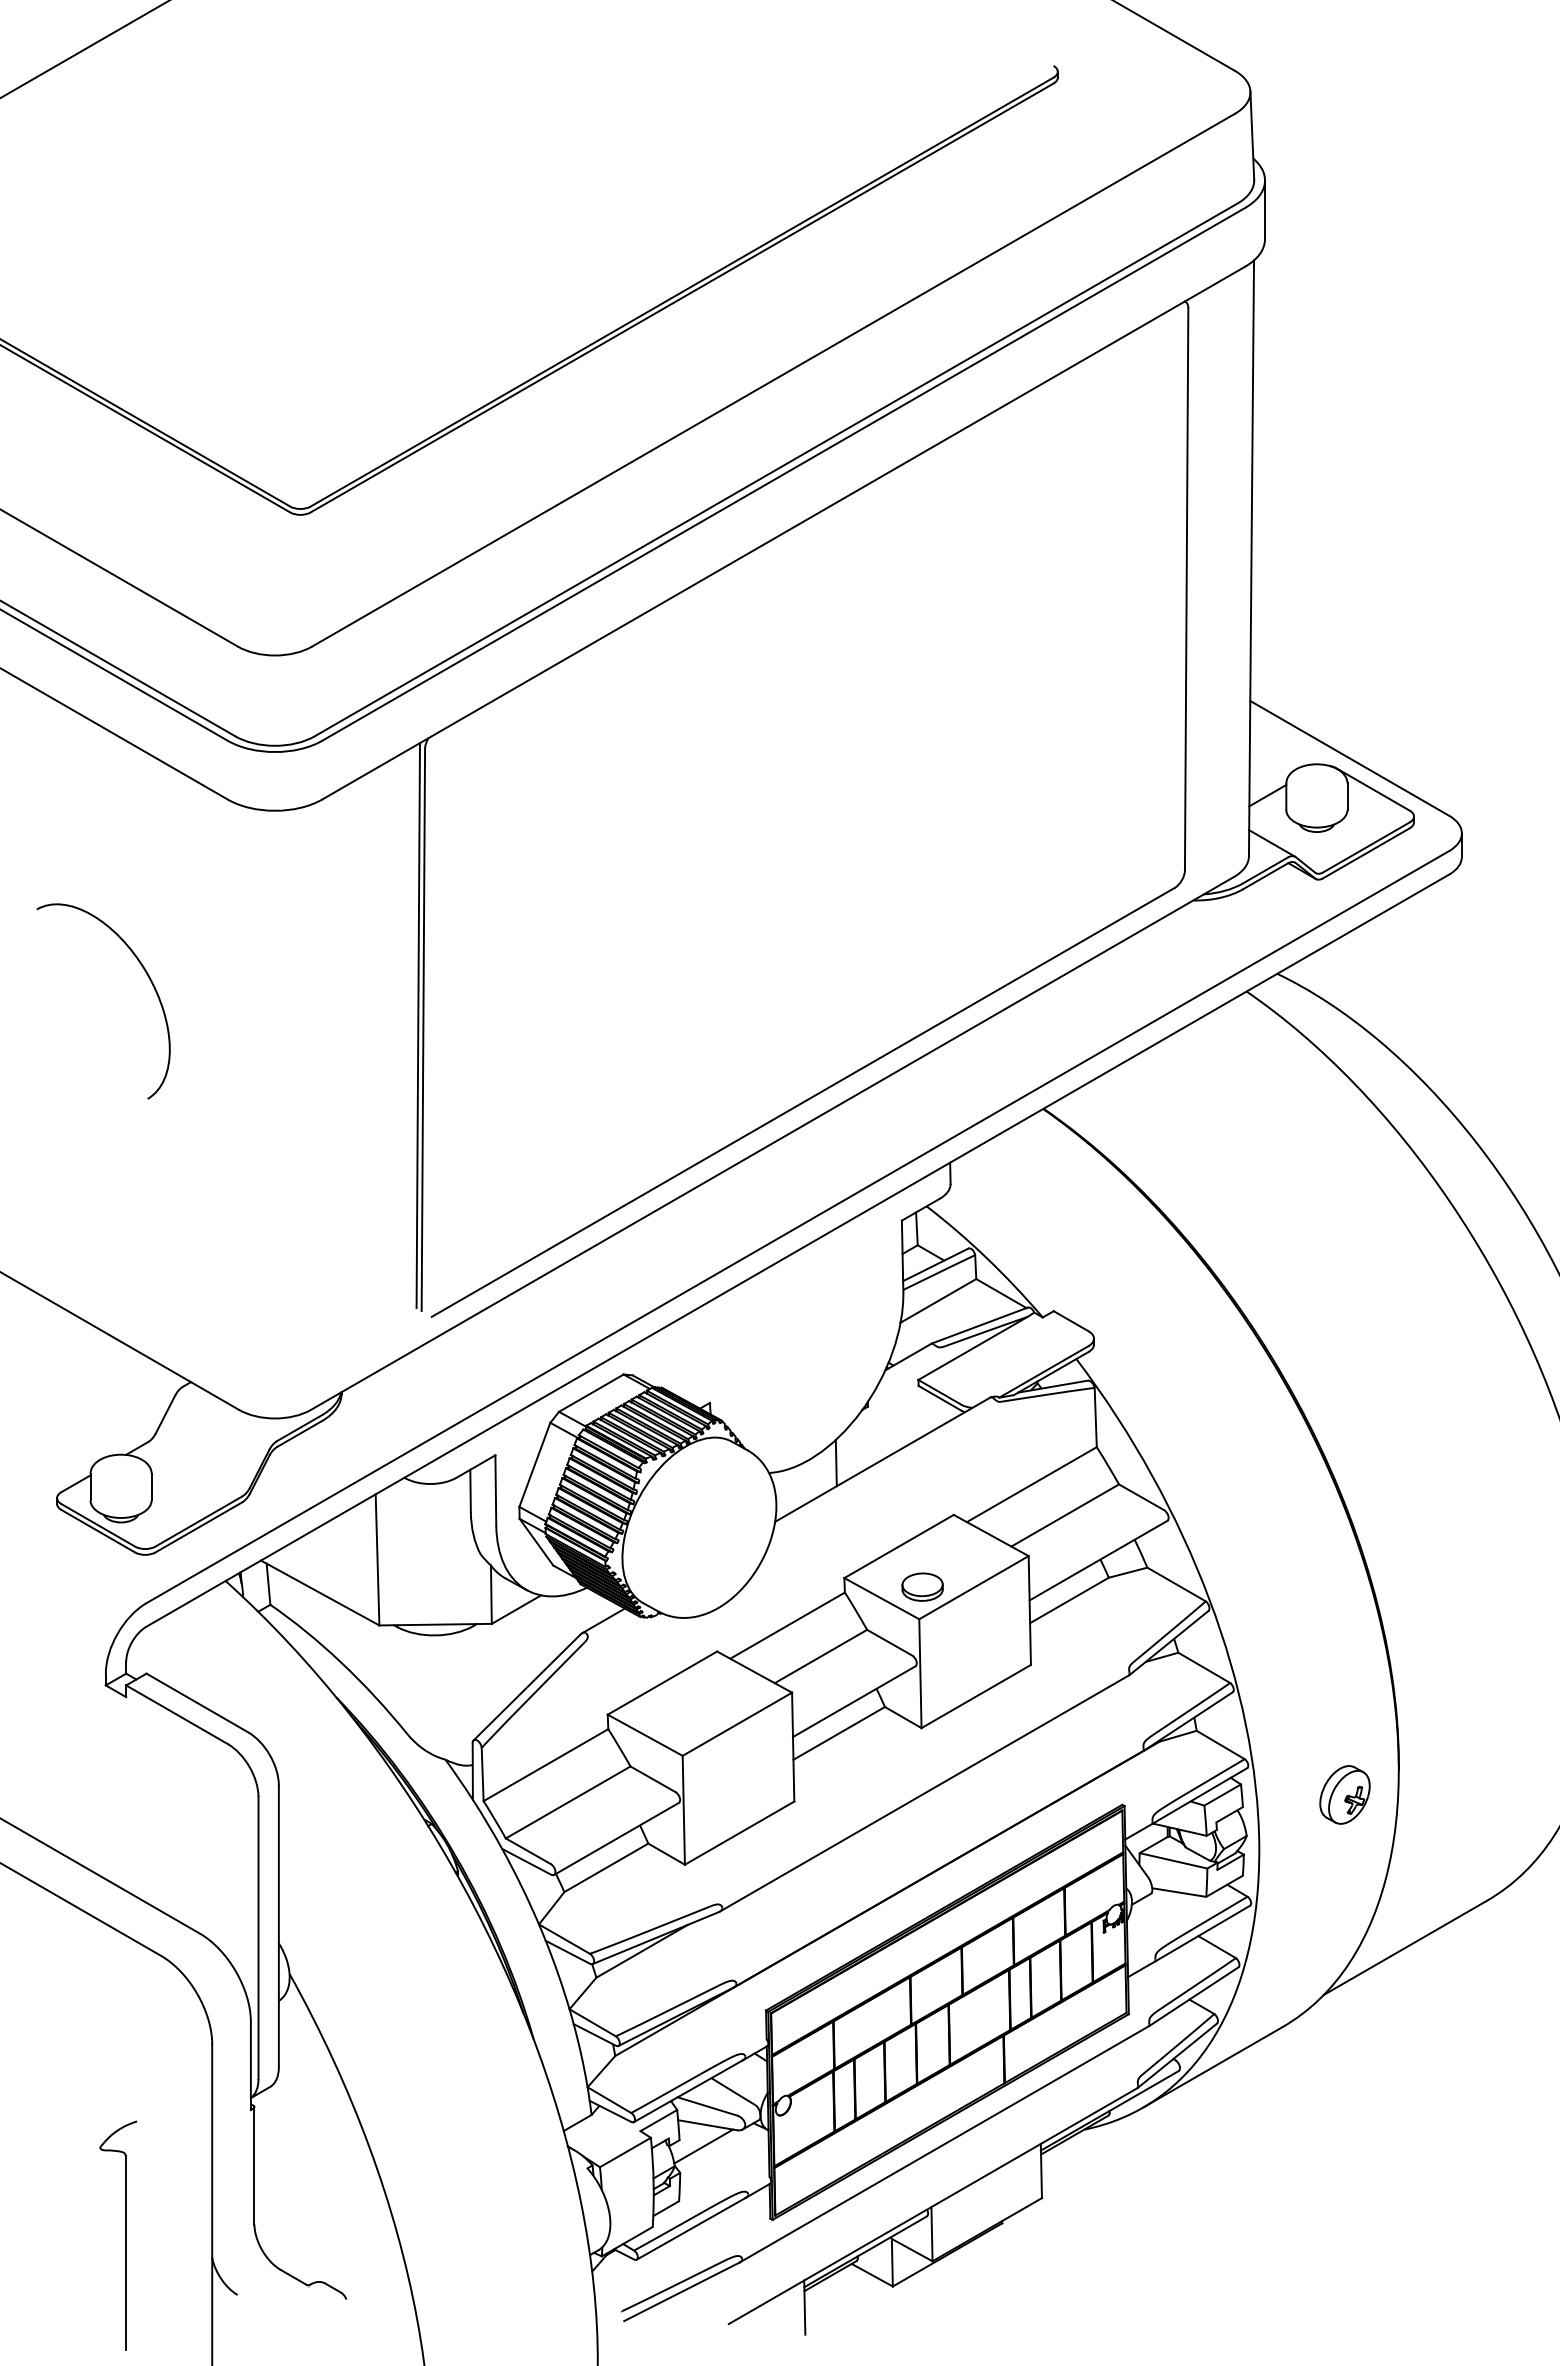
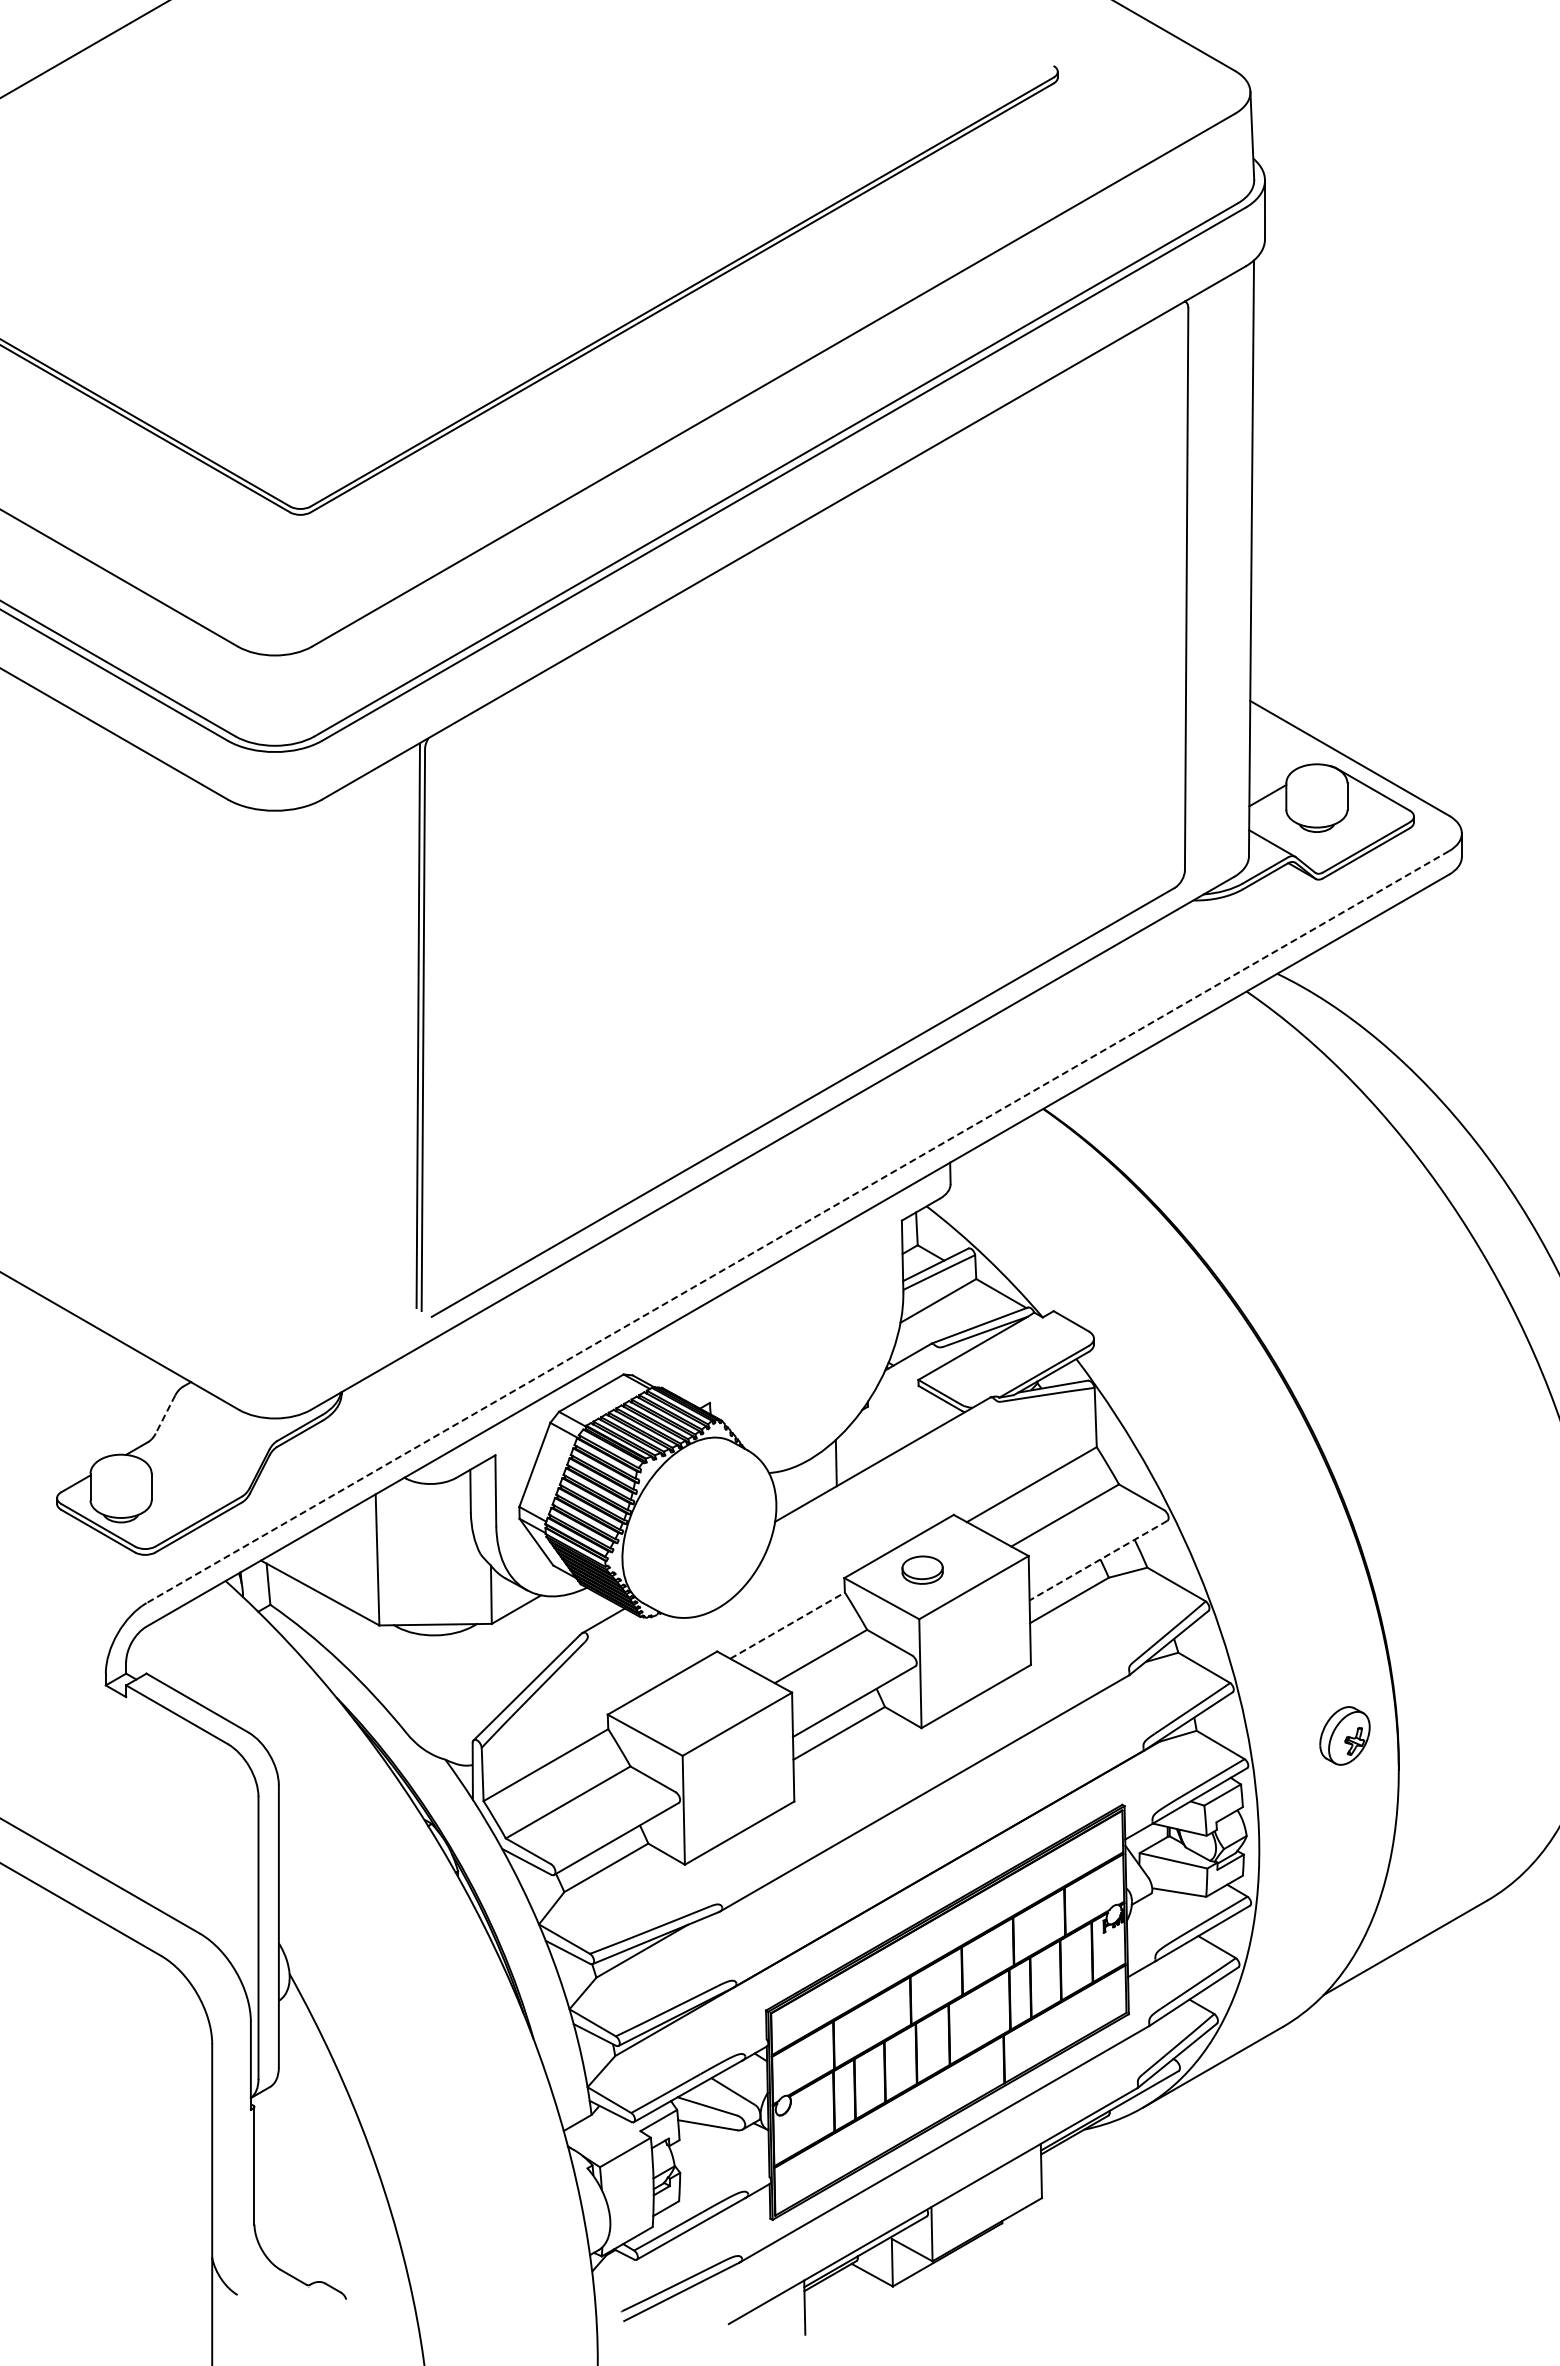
curve at (148, 978): present -> none
line at (797, 1227): solid -> dashed
line at (165, 1414): solid -> dashed
line at (1098, 1560): solid -> dashed
part at (922, 1586) position: (922, 1586) -> (922, 1569)
line at (788, 1625): solid -> dashed
part at (1344, 1794) position: (1344, 1794) -> (1344, 1735)
line at (703, 2146): present -> none
part at (125, 2235): present -> none
